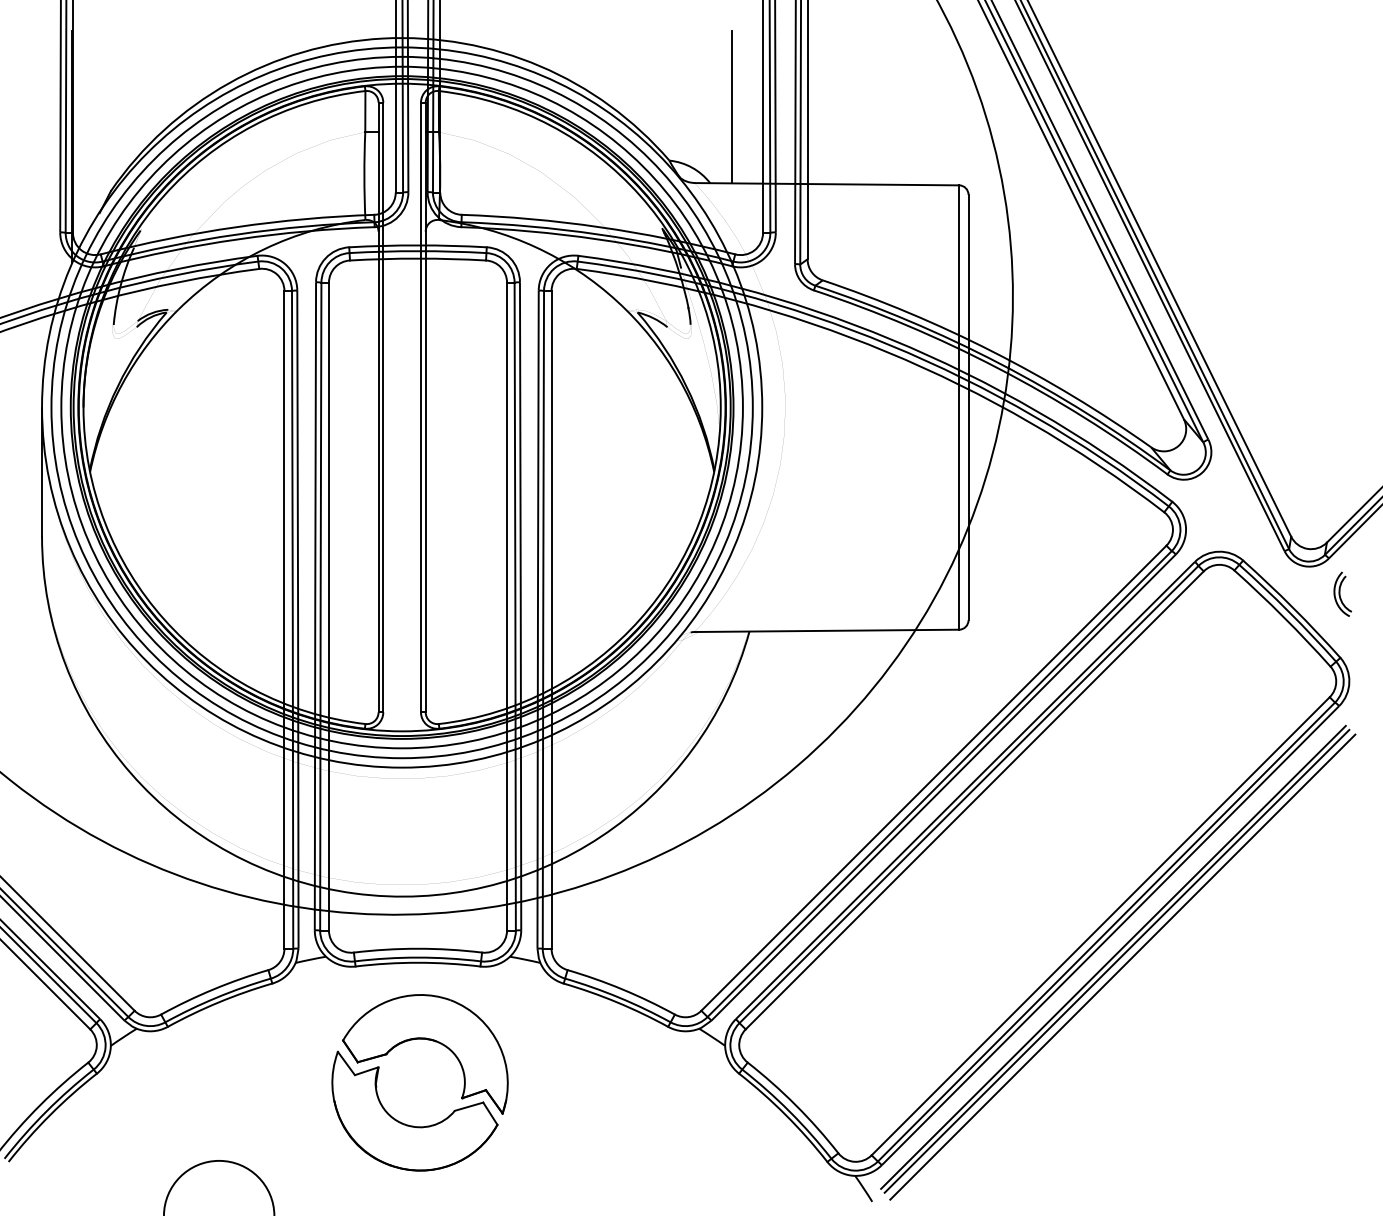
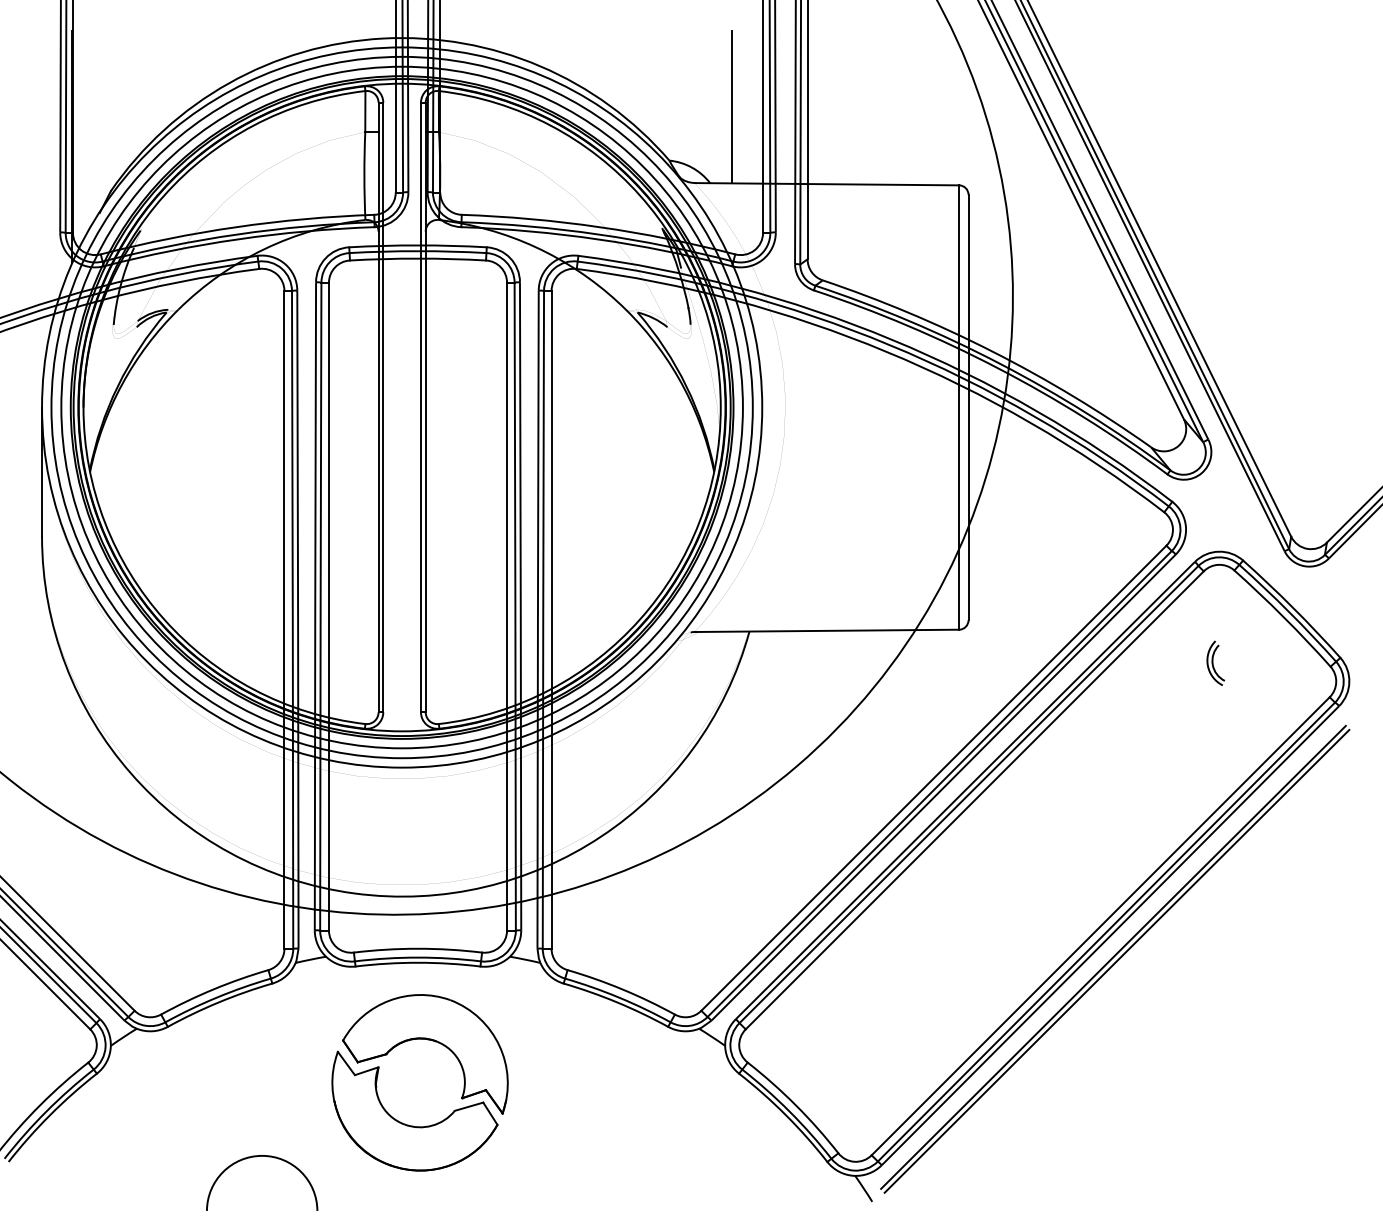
part at (1342, 593) position: (1342, 593) -> (1215, 662)
line at (1122, 966): present -> none
arc at (224, 1162) position: (224, 1162) -> (267, 1157)
